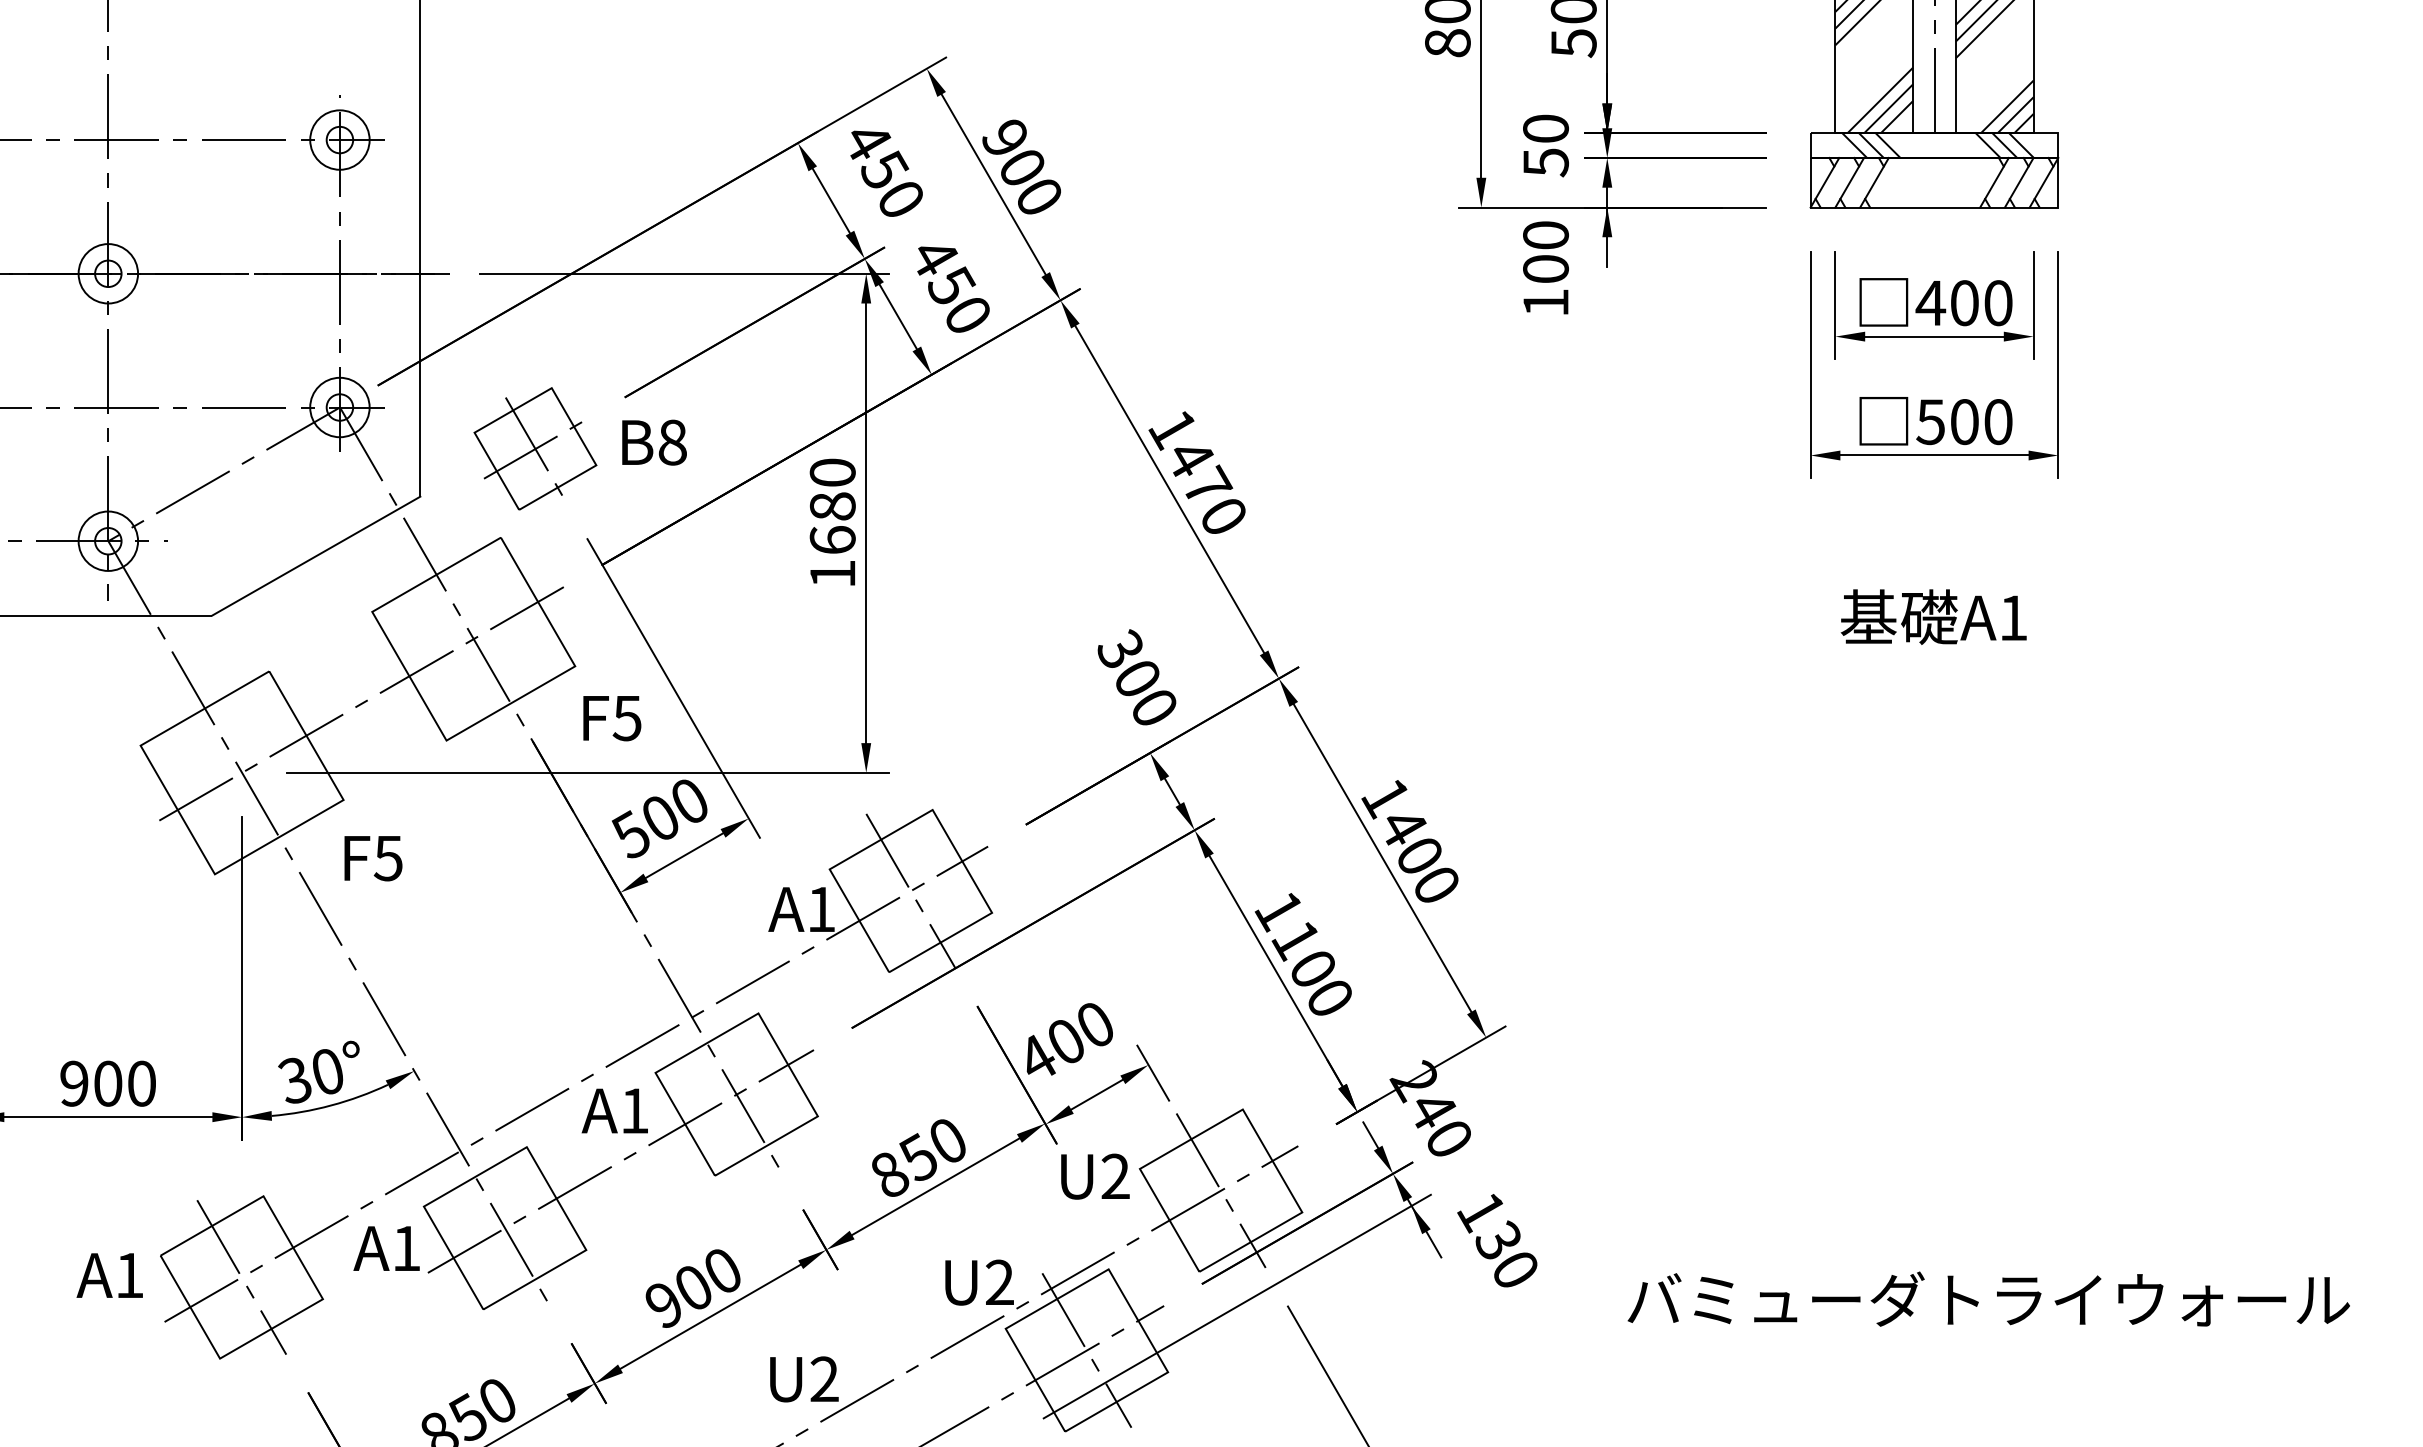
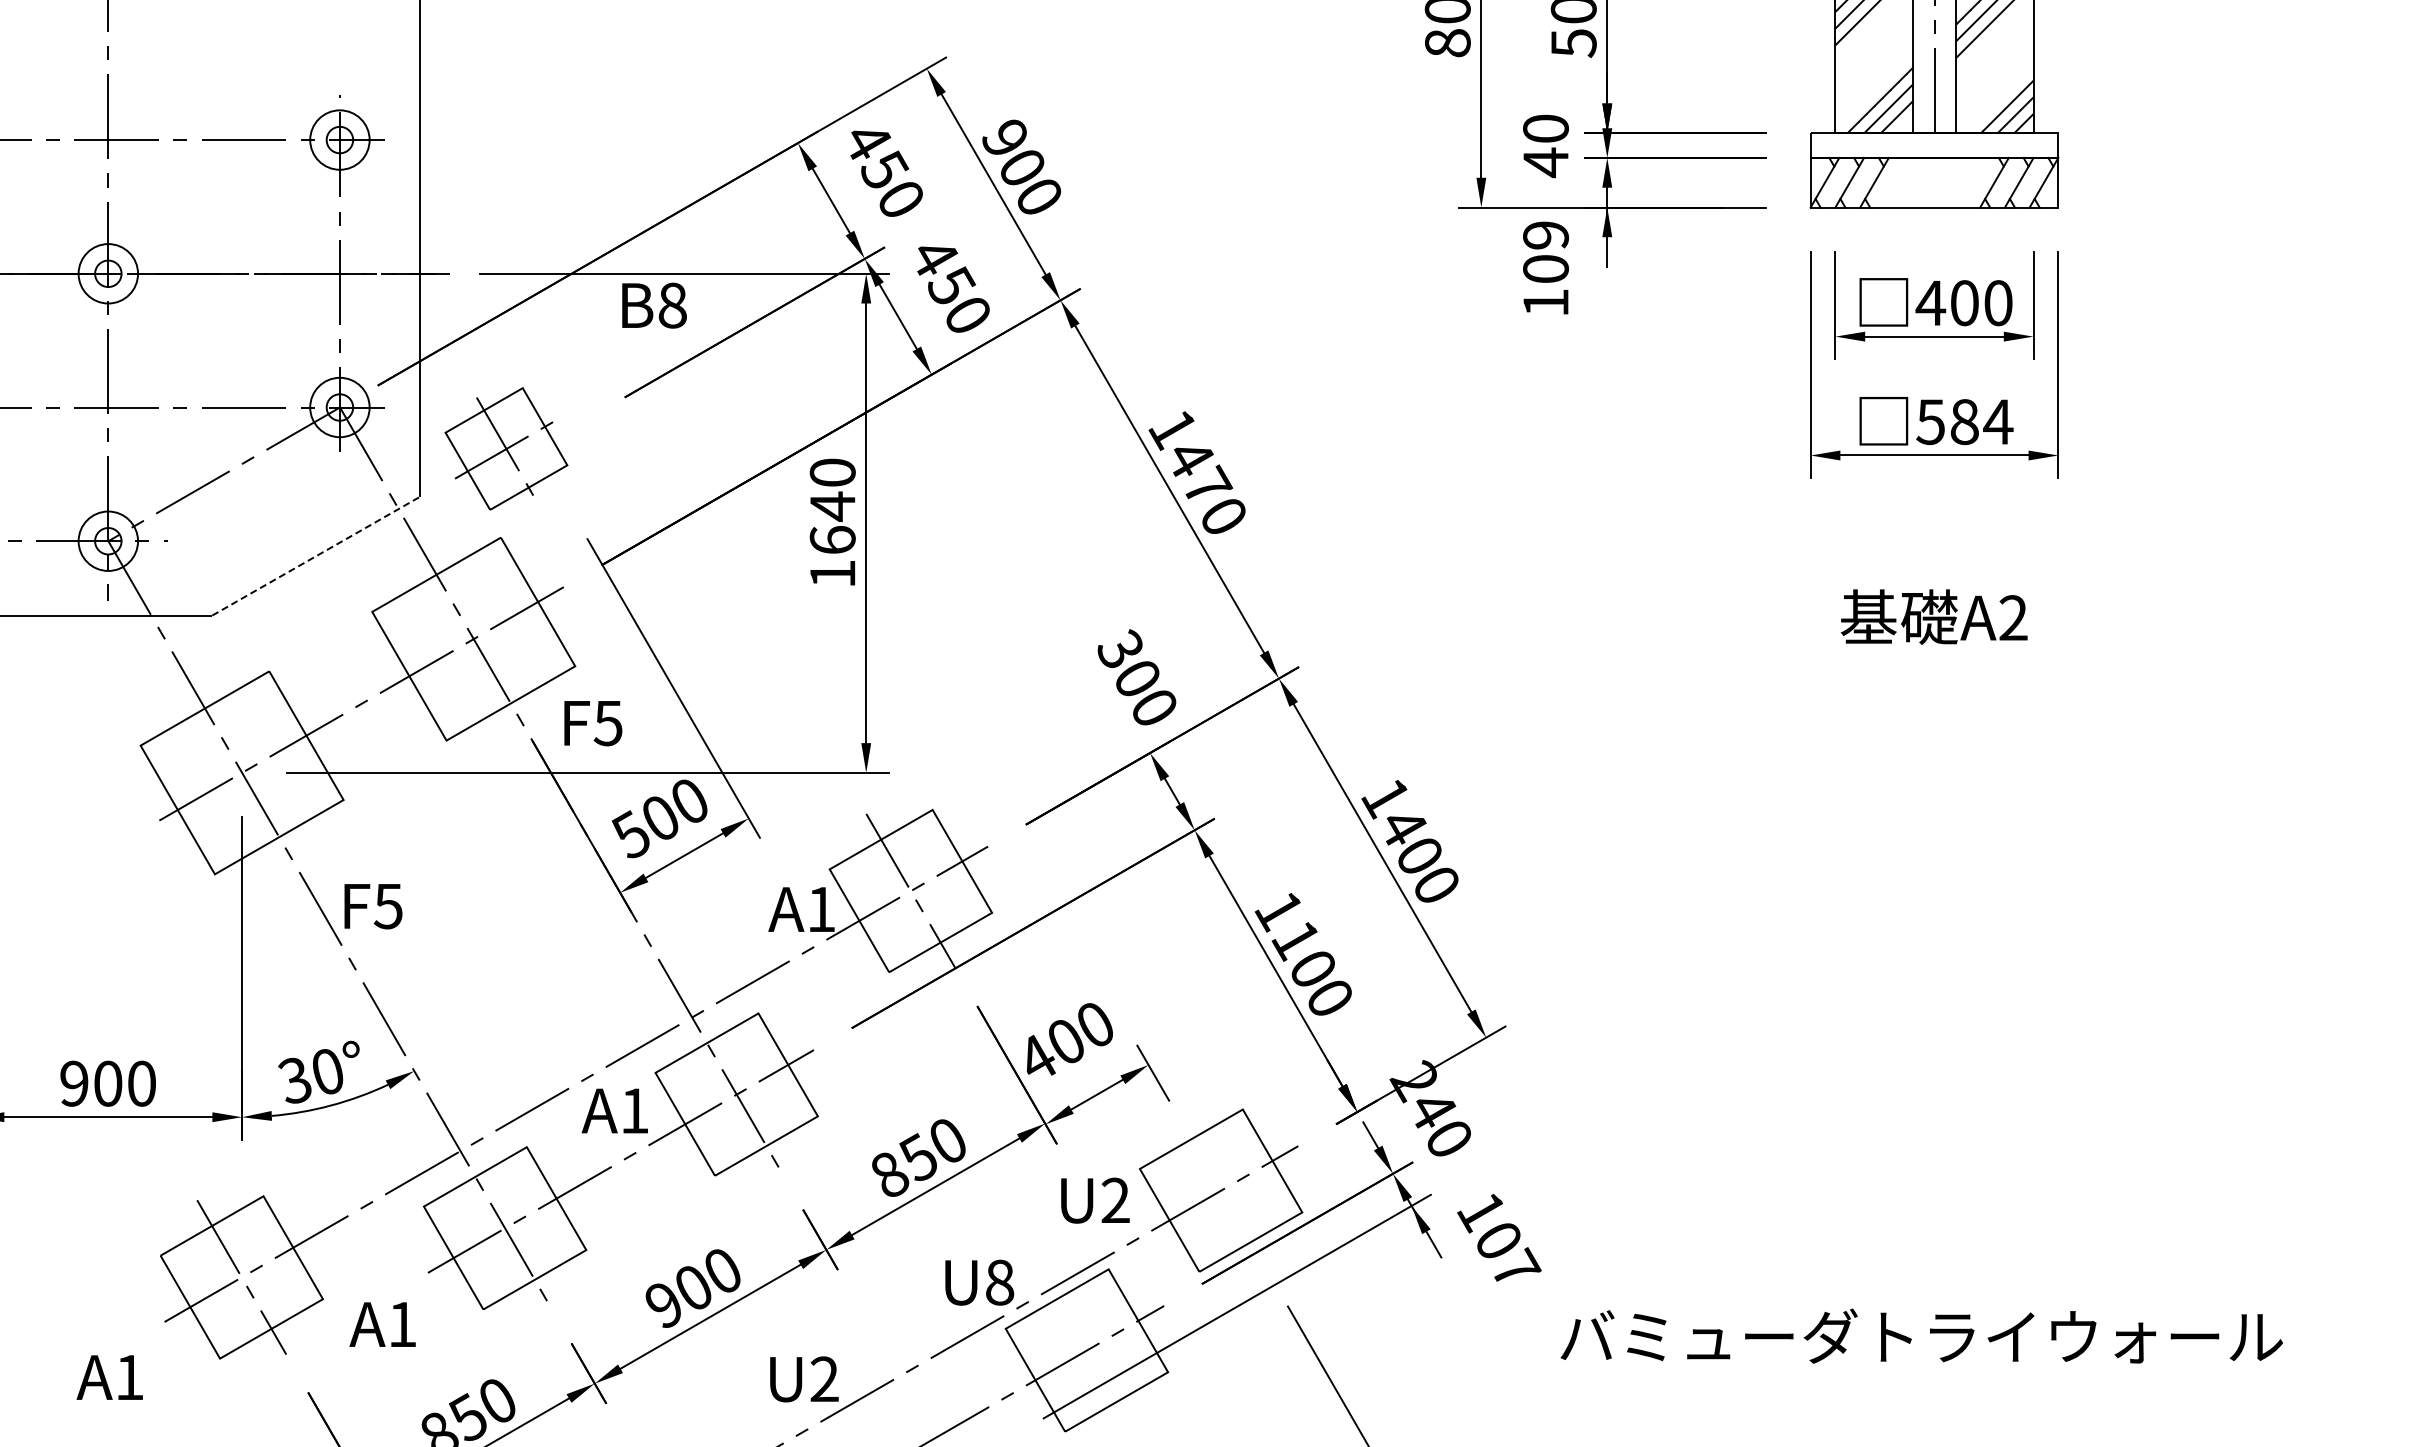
hatch at (1937, 145): present -> none
text at (1545, 162): 50 -> 40
text at (1545, 235): 100 -> 109
text at (1981, 422): 500 -> 584
text at (654, 442) position: (654, 442) -> (654, 305)
part at (535, 448) position: (535, 448) -> (506, 448)
text at (832, 506): 1680 -> 1640
line at (316, 556): solid -> dashed
text at (2013, 617): A1 -> A2
text at (612, 718) position: (612, 718) -> (593, 723)
text at (373, 858) position: (373, 858) -> (373, 906)
text at (1095, 1176) position: (1095, 1176) -> (1095, 1200)
line at (1220, 1190): present -> none
text at (386, 1248) position: (386, 1248) -> (382, 1324)
text at (1508, 1253): 130 -> 107
text at (109, 1275) position: (109, 1275) -> (109, 1377)
text at (1000, 1282): U2 -> U8
text at (1988, 1298) position: (1988, 1298) -> (1921, 1335)
line at (1086, 1350): present -> none
